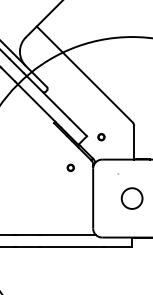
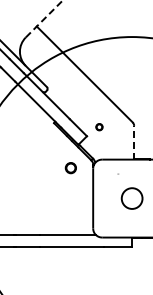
line at (44, 18): solid -> dashed
part at (101, 137) position: (101, 137) -> (99, 127)
line at (134, 142): solid -> dashed
part at (70, 167) size: 9x9 px -> 13x13 px
